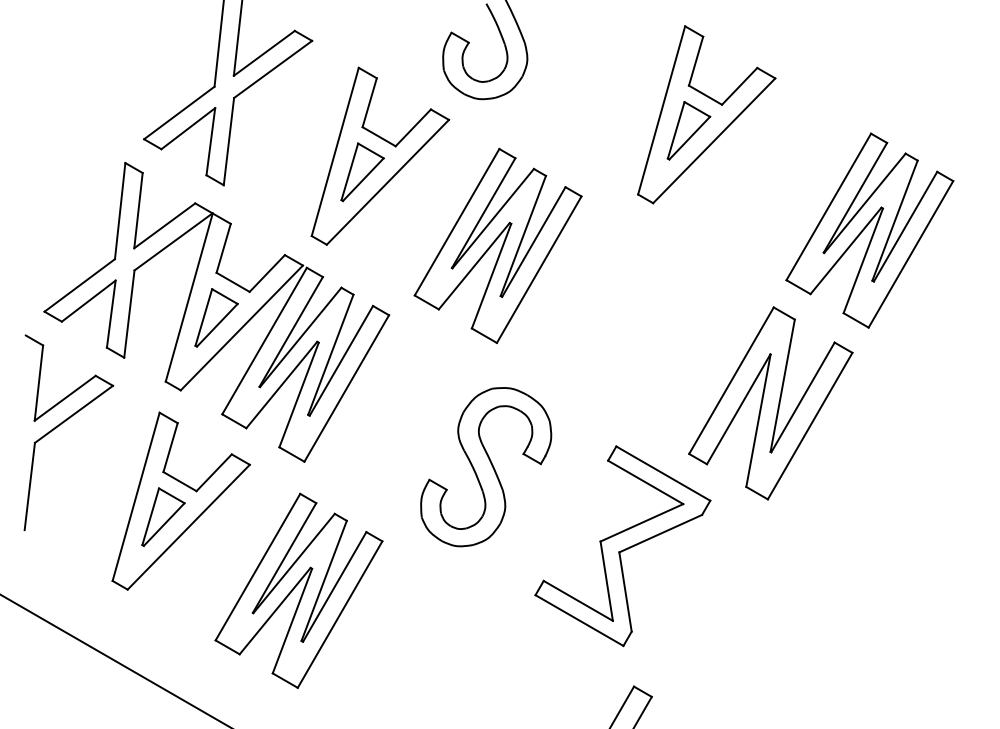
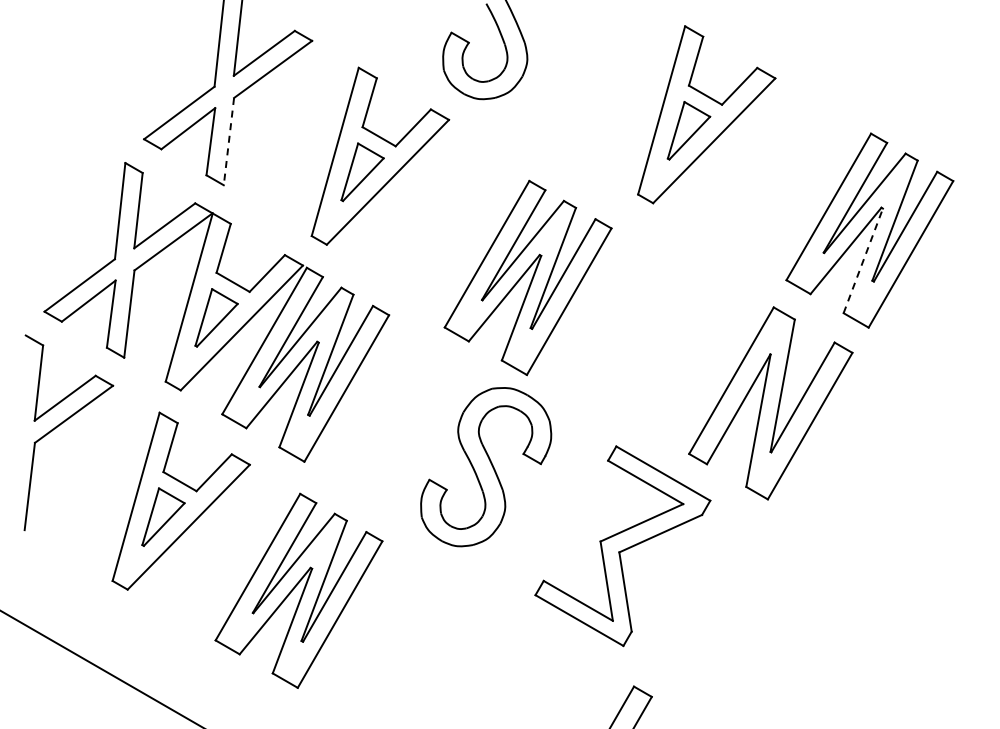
line at (228, 141): solid -> dashed
part at (497, 245) position: (497, 245) -> (527, 277)
line at (863, 260): solid -> dashed
line at (114, 660) position: (114, 660) -> (100, 668)
